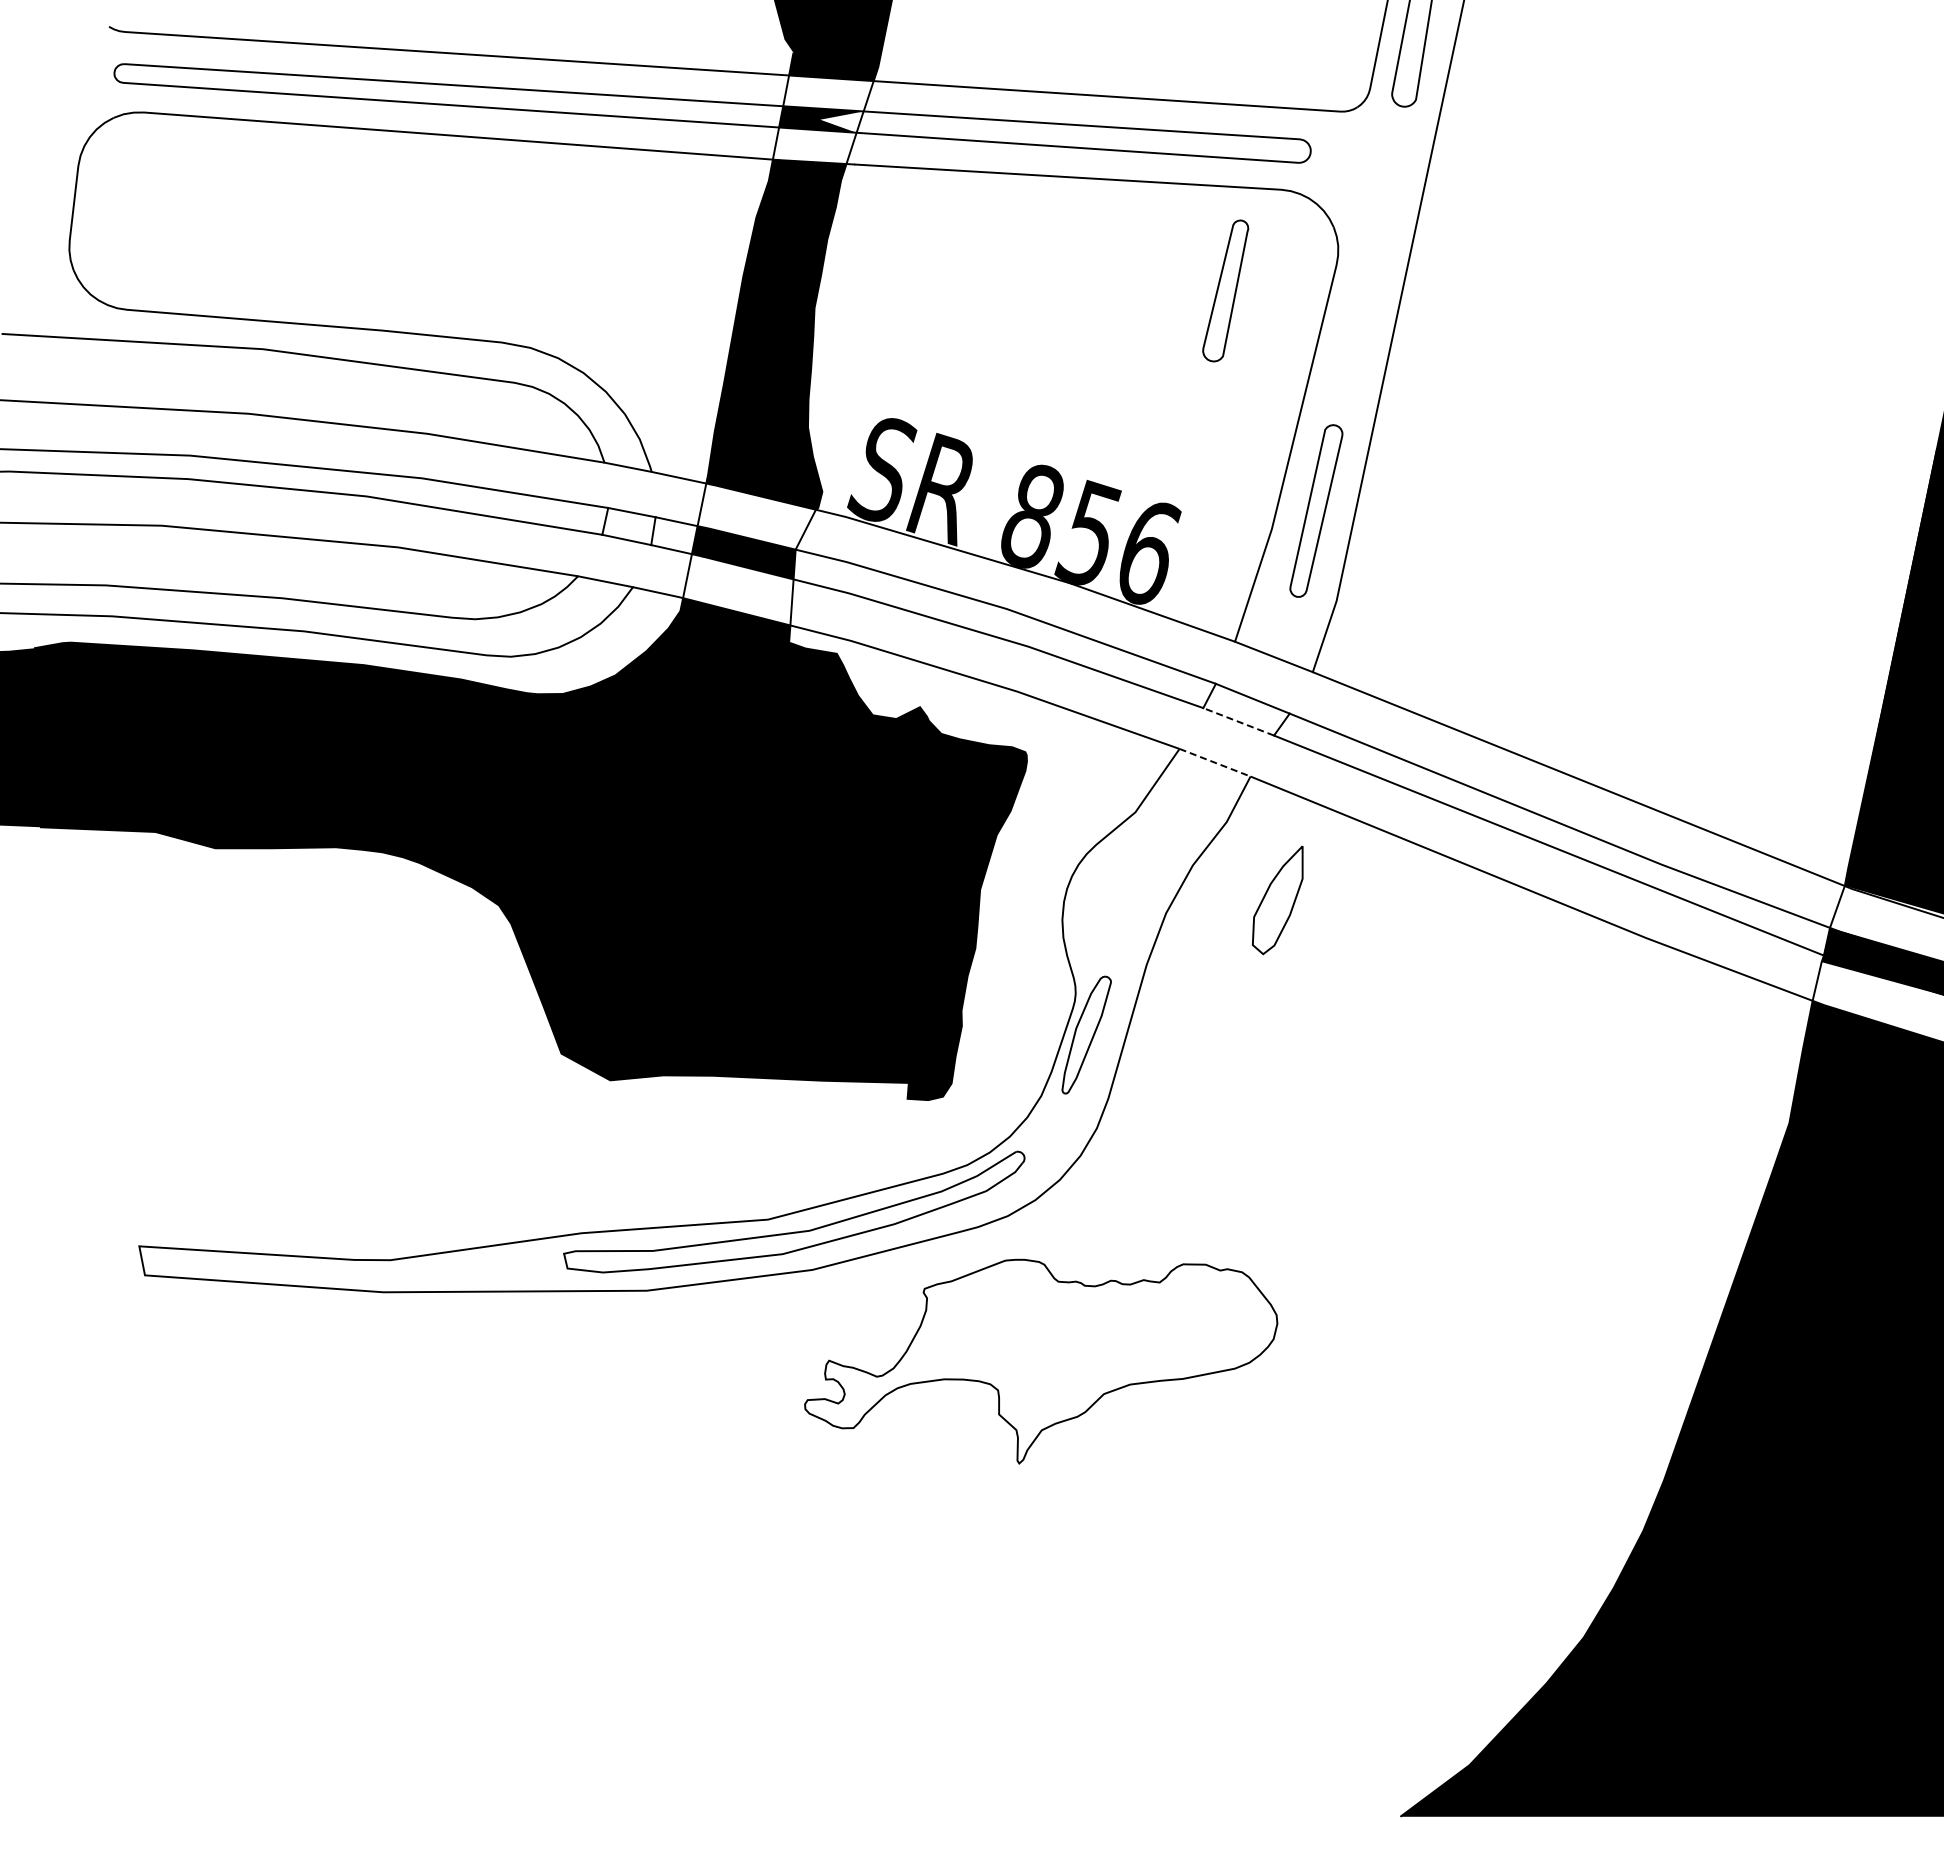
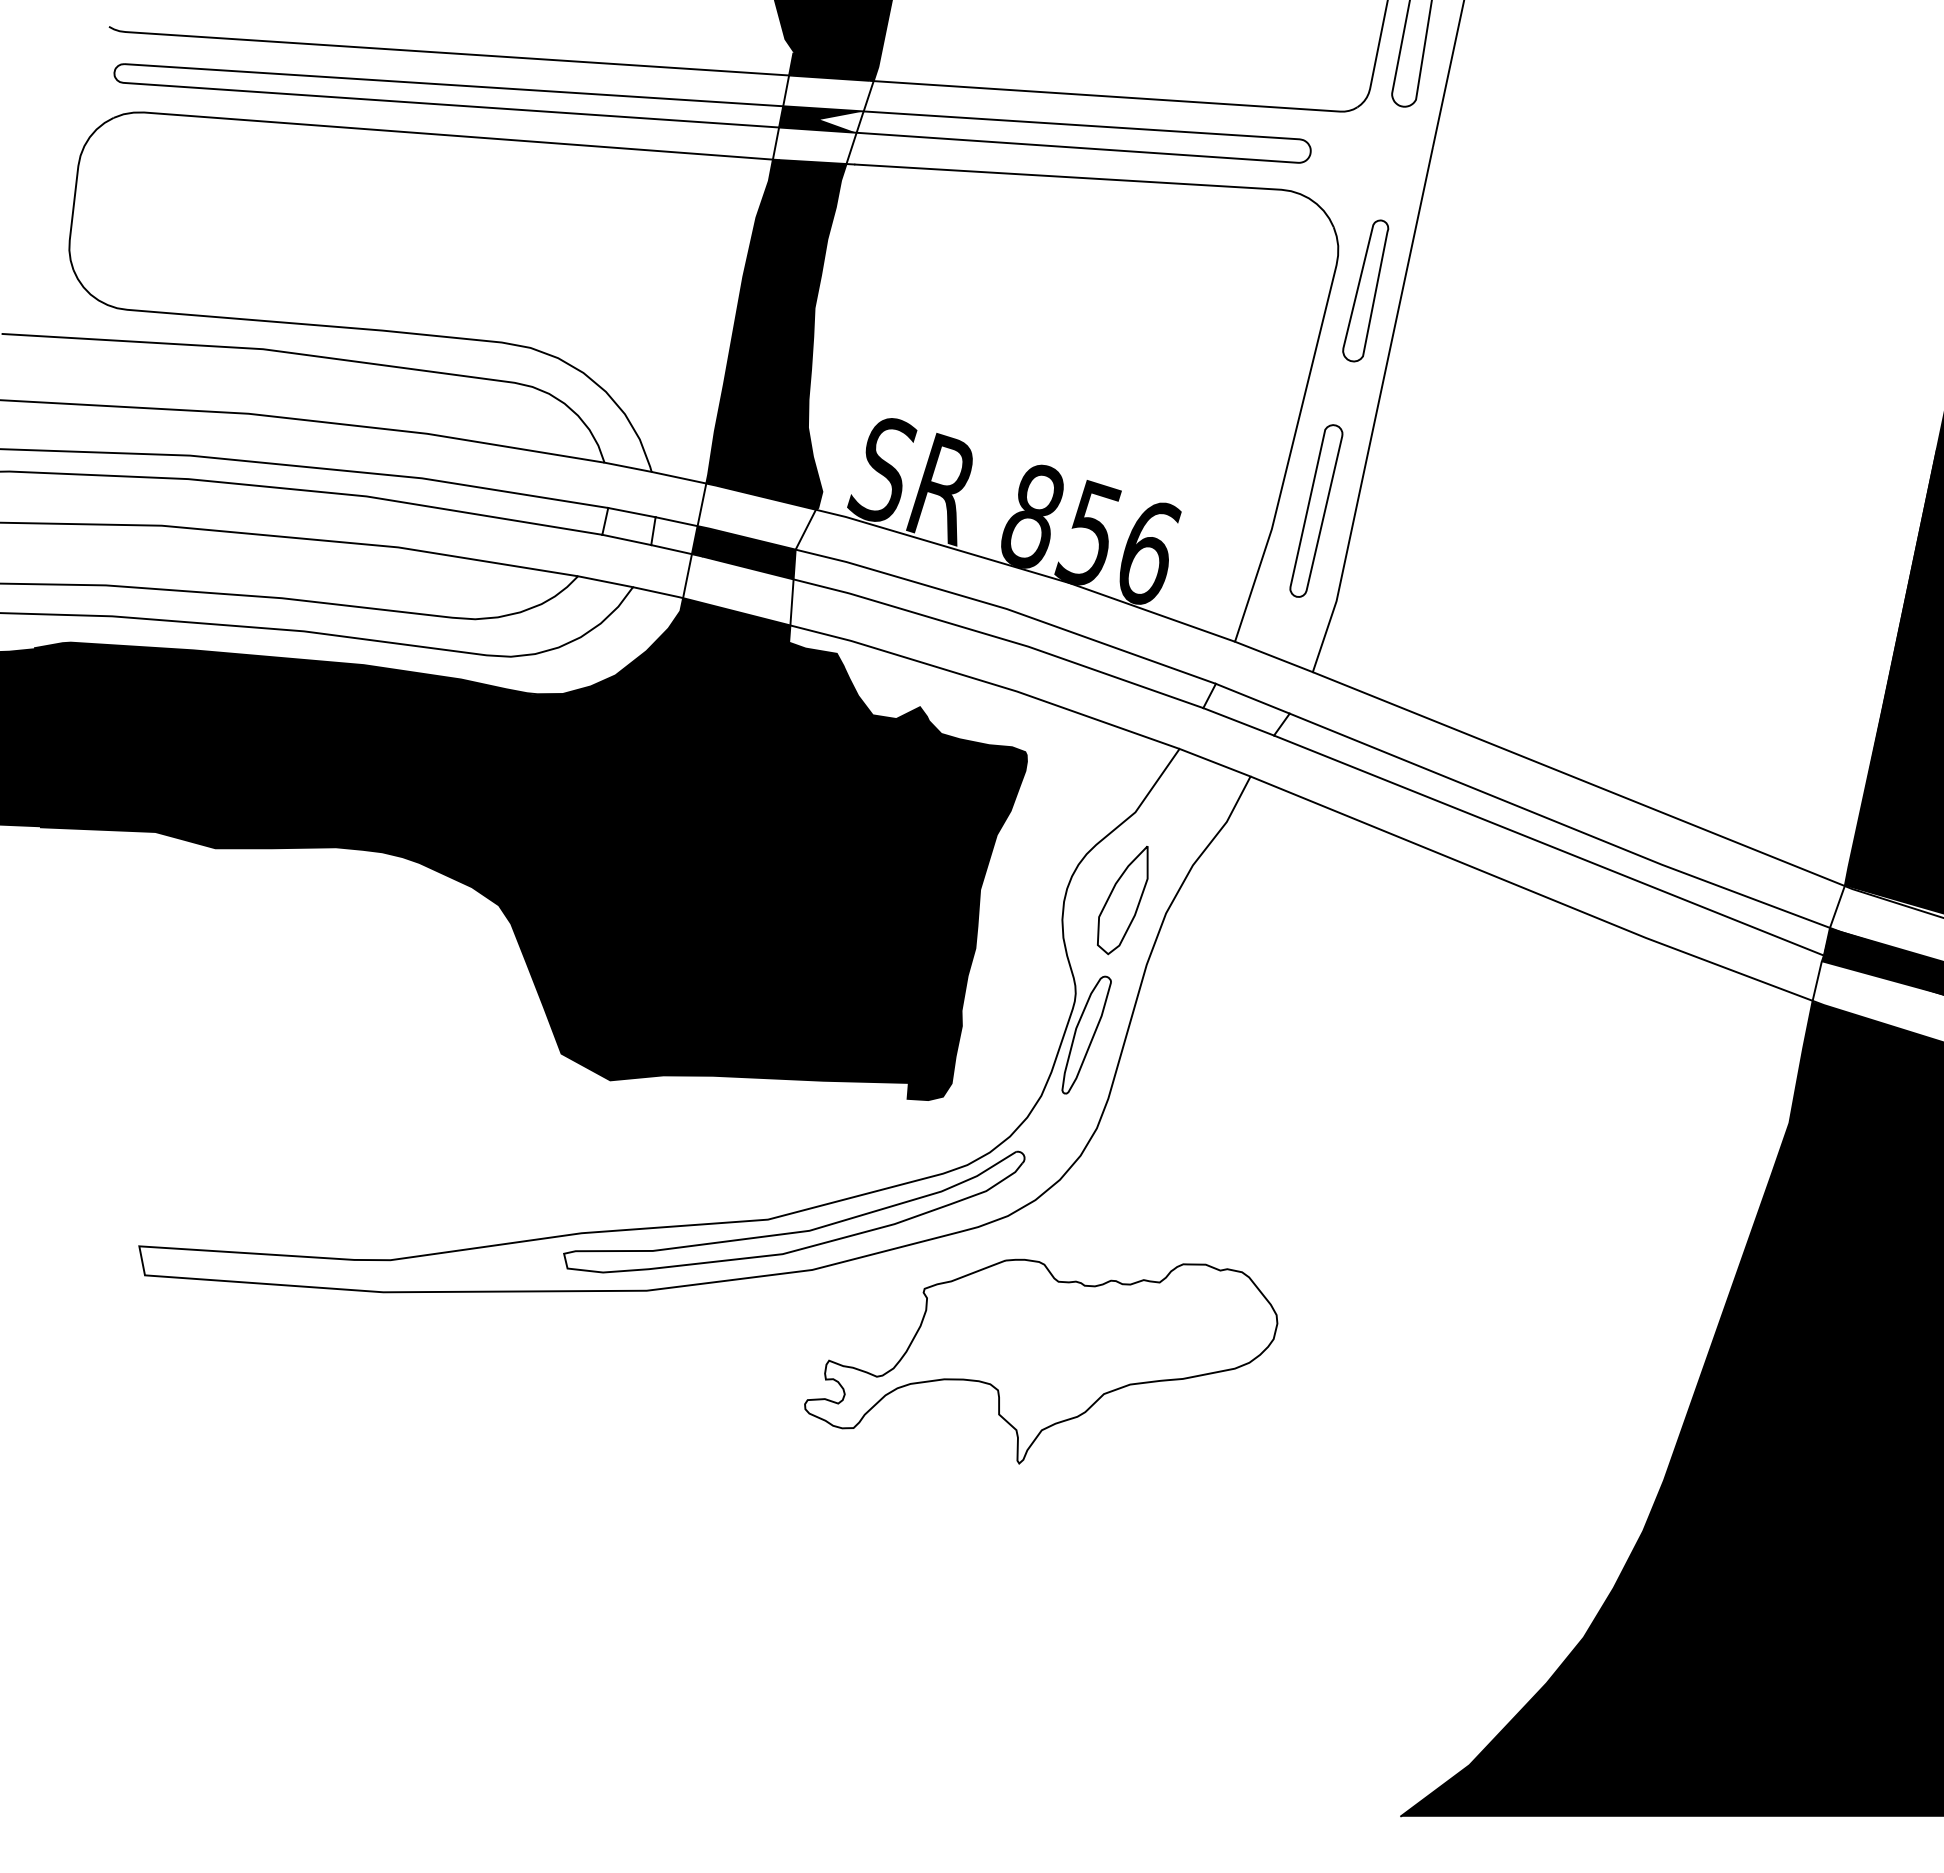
part at (1225, 290) position: (1225, 290) -> (1365, 290)
line at (1238, 721): dashed -> solid
line at (1215, 762): dashed -> solid
part at (1277, 900) position: (1277, 900) -> (1122, 900)
